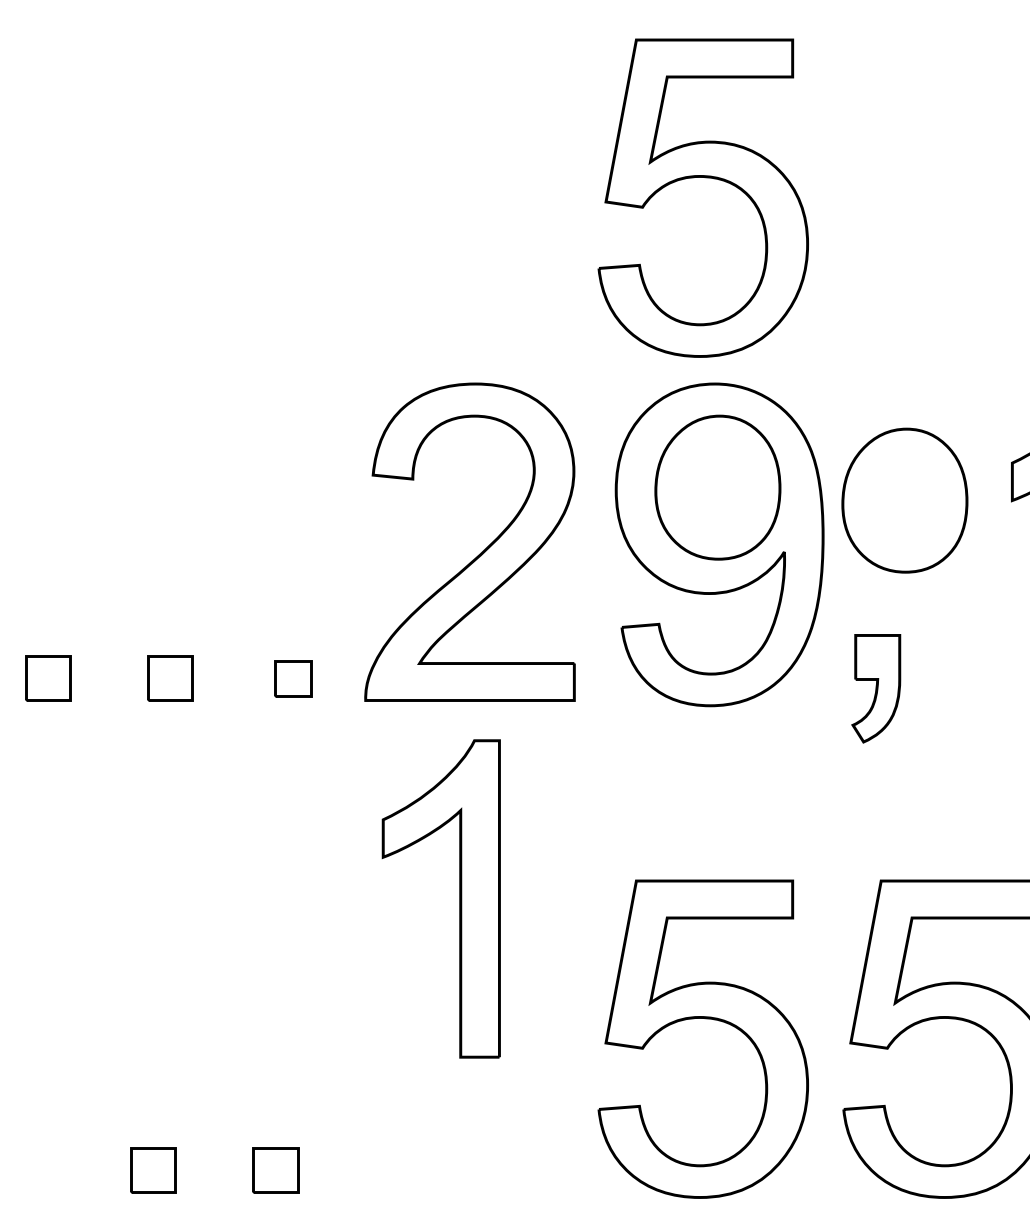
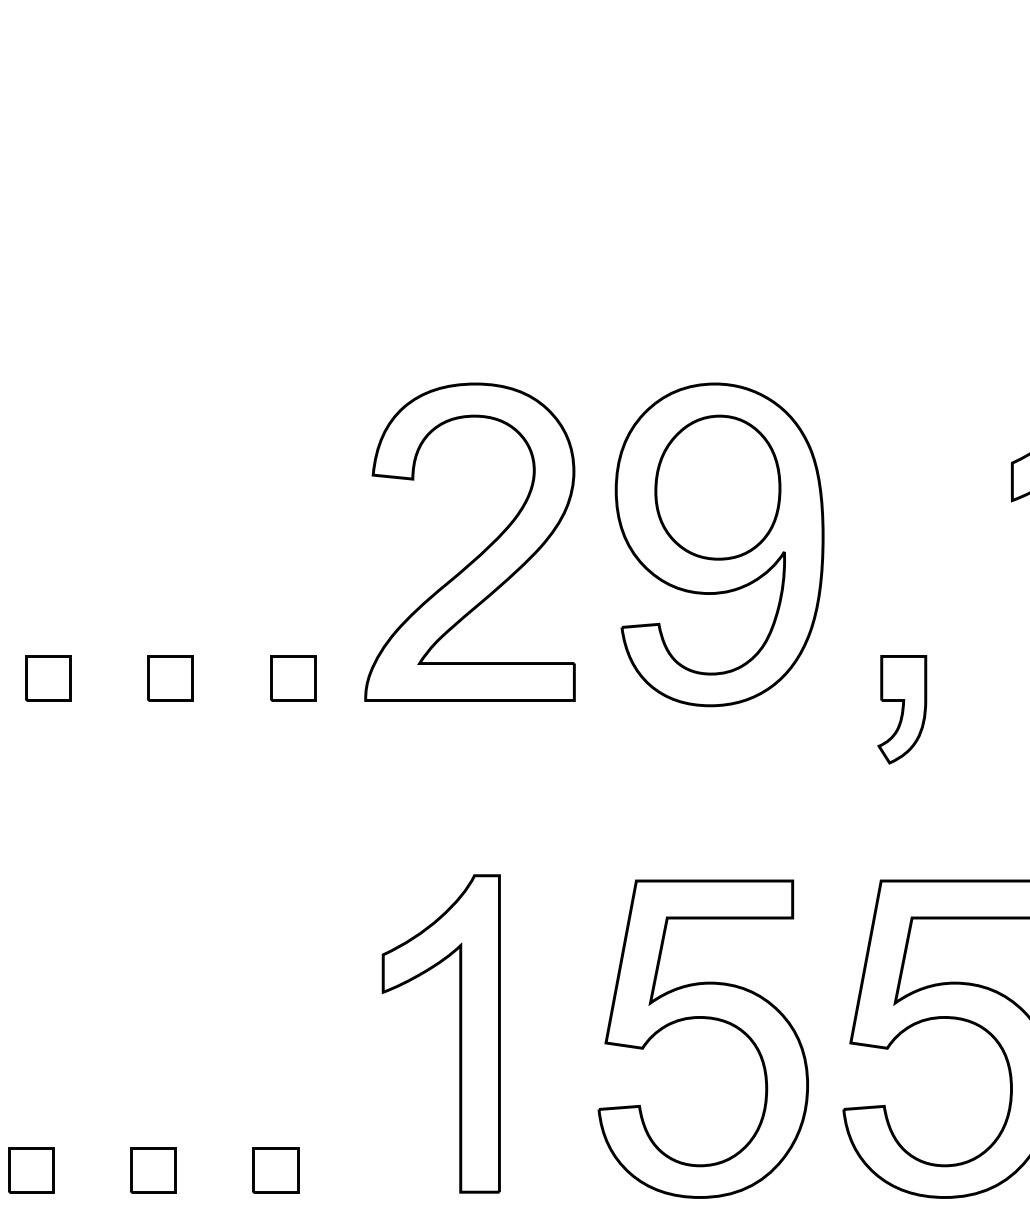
part at (705, 178): present -> none
part at (904, 500): present -> none
part at (293, 678) size: 39x38 px -> 47x47 px
part at (876, 688) position: (876, 688) -> (902, 709)
part at (459, 898) position: (459, 898) -> (459, 1033)
part at (31, 1170): none -> present
